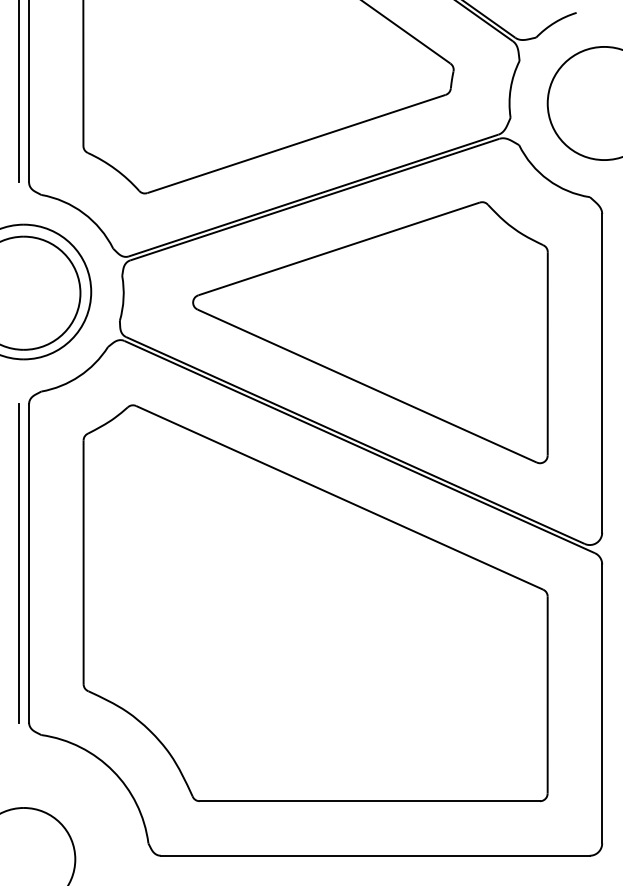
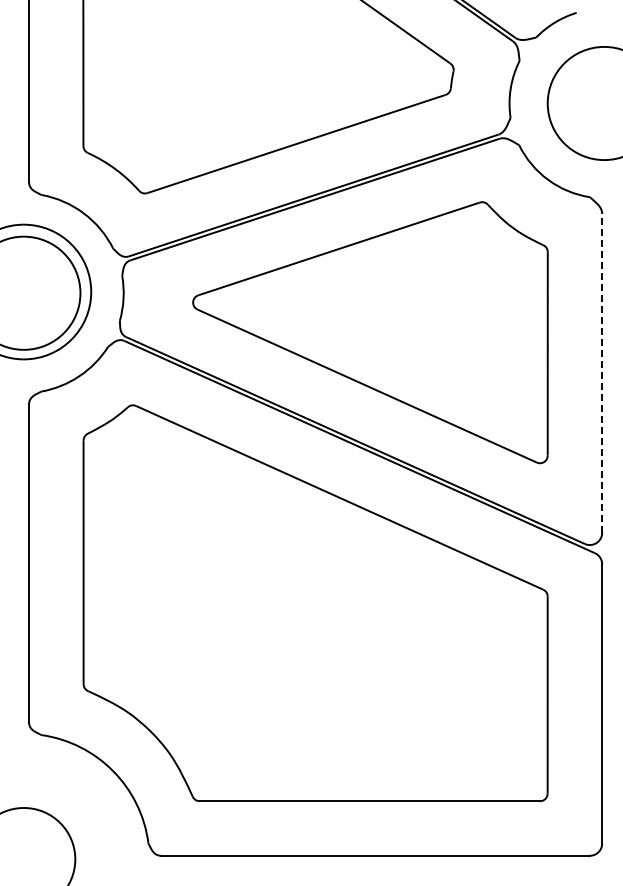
line at (18, 92): present -> none
line at (602, 372): solid -> dashed
line at (18, 563): present -> none
